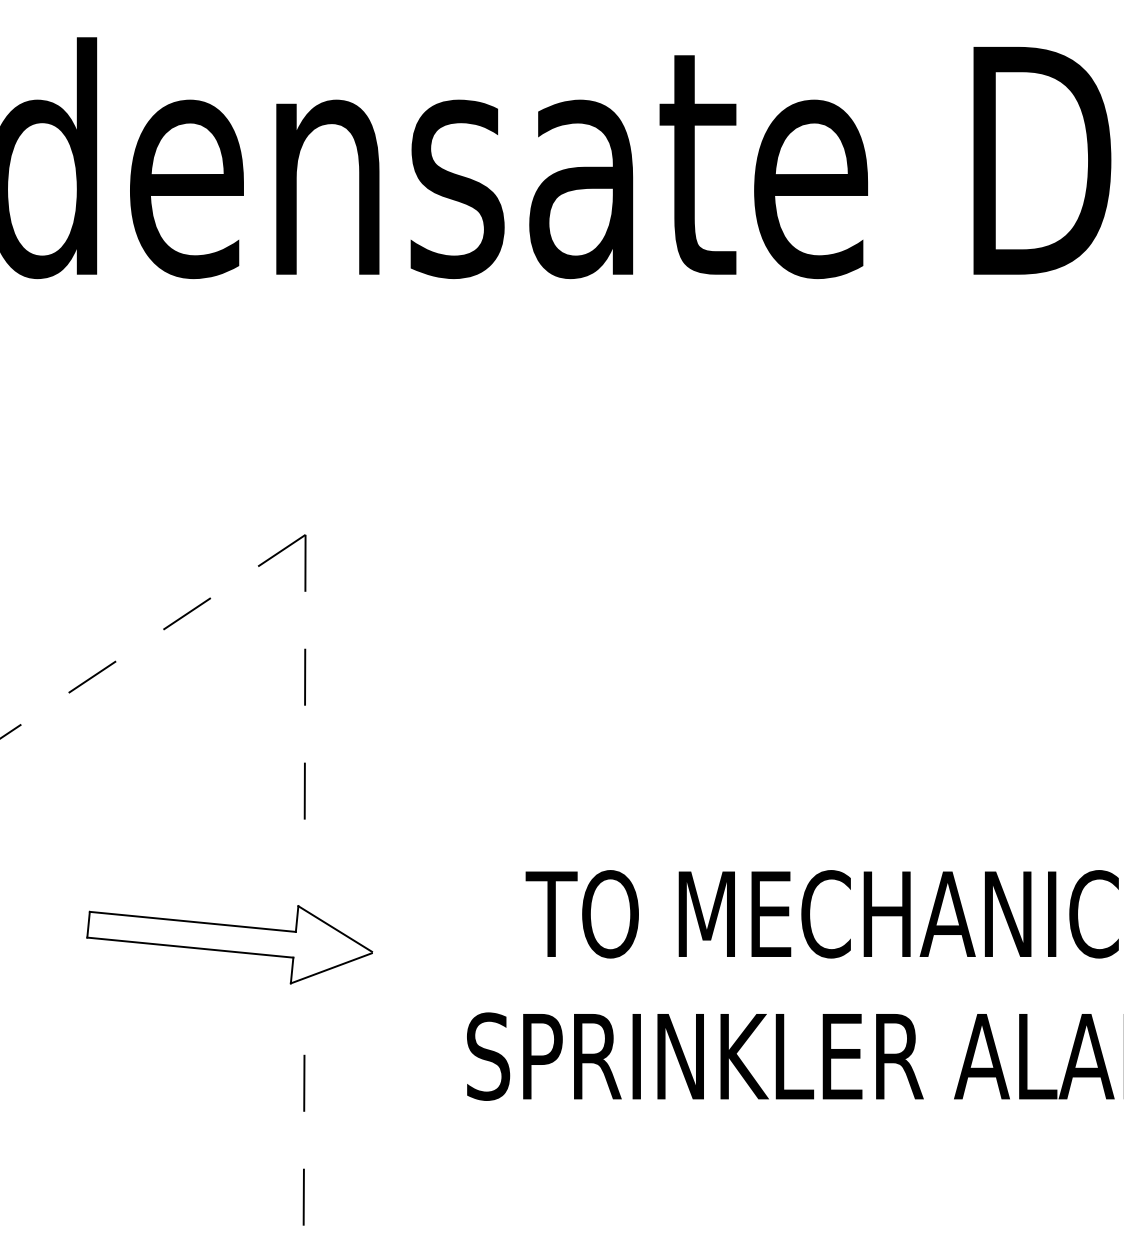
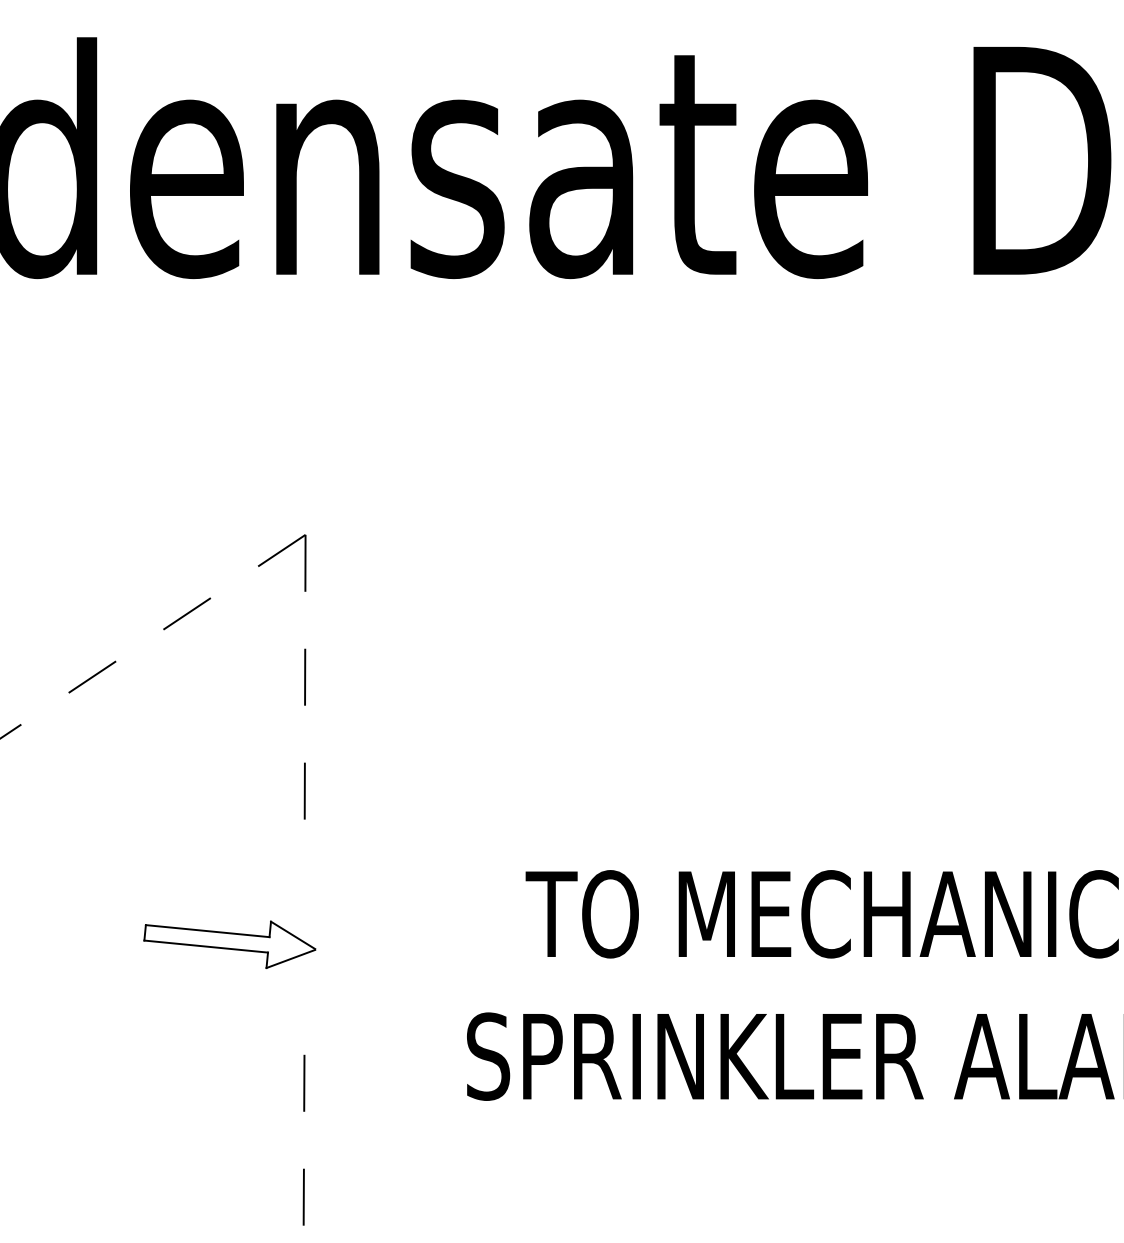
part at (229, 944) size: 288x80 px -> 174x49 px
